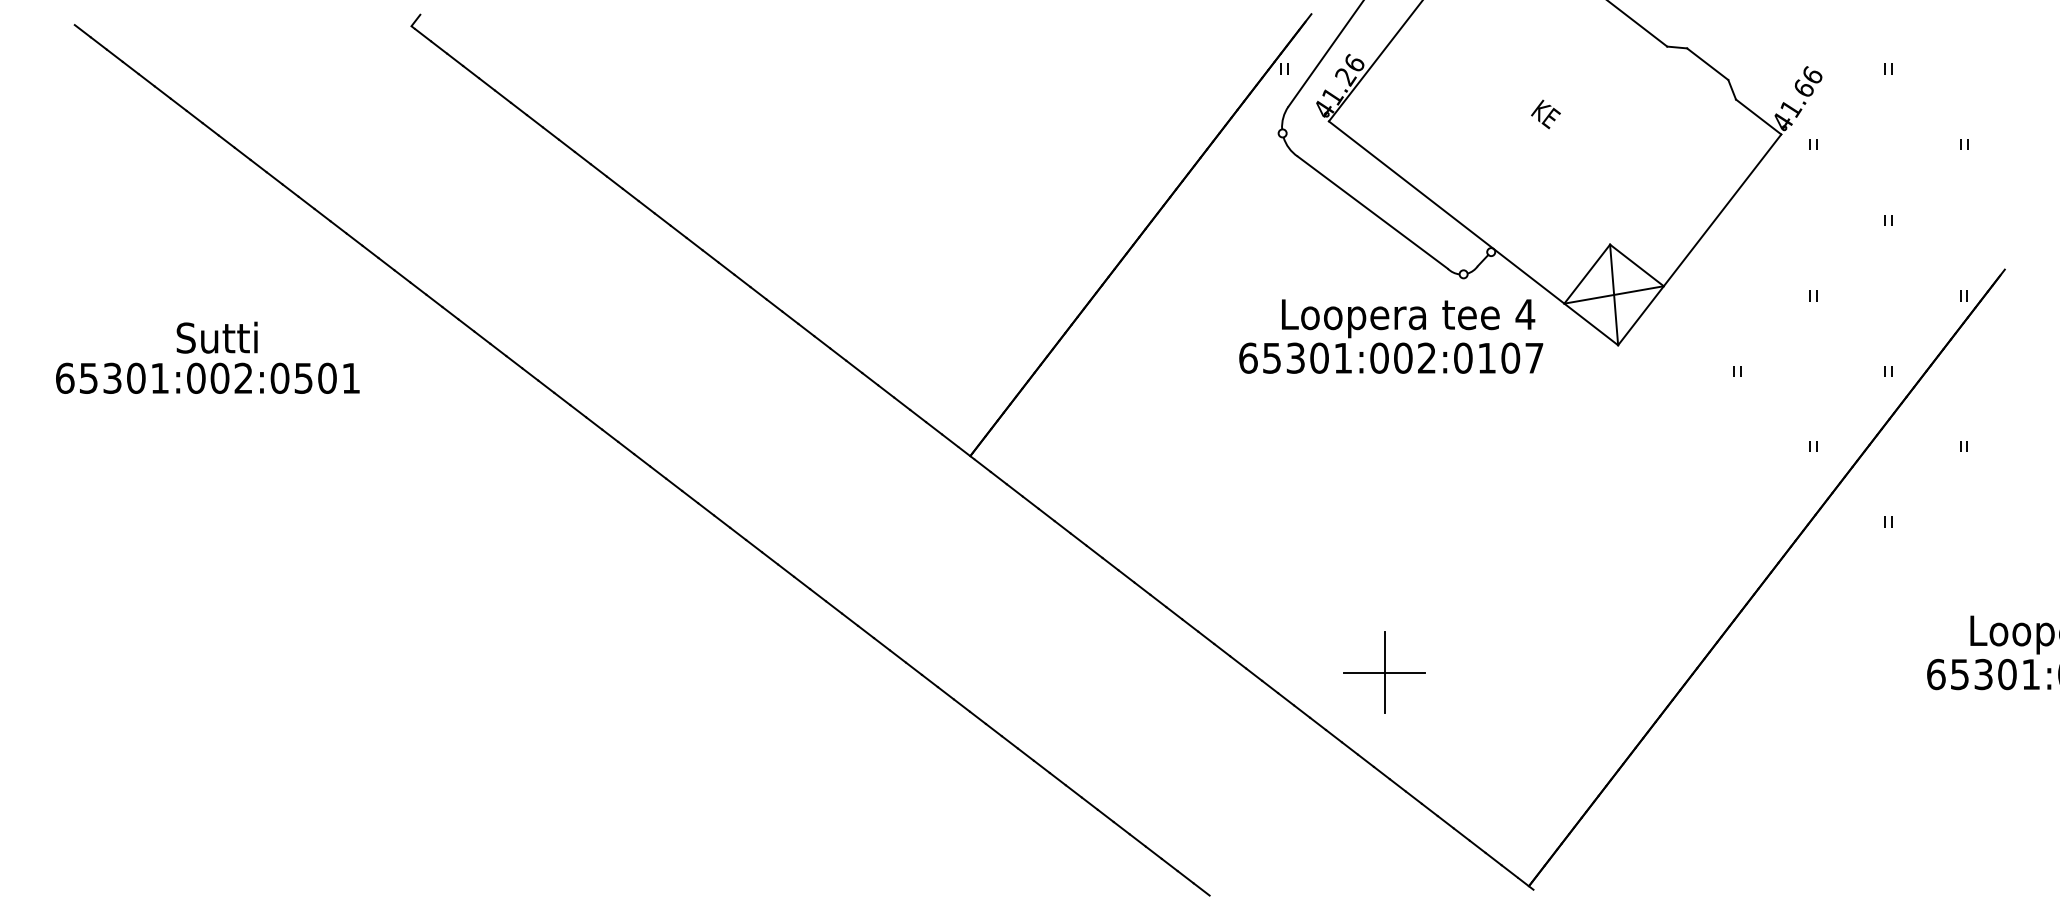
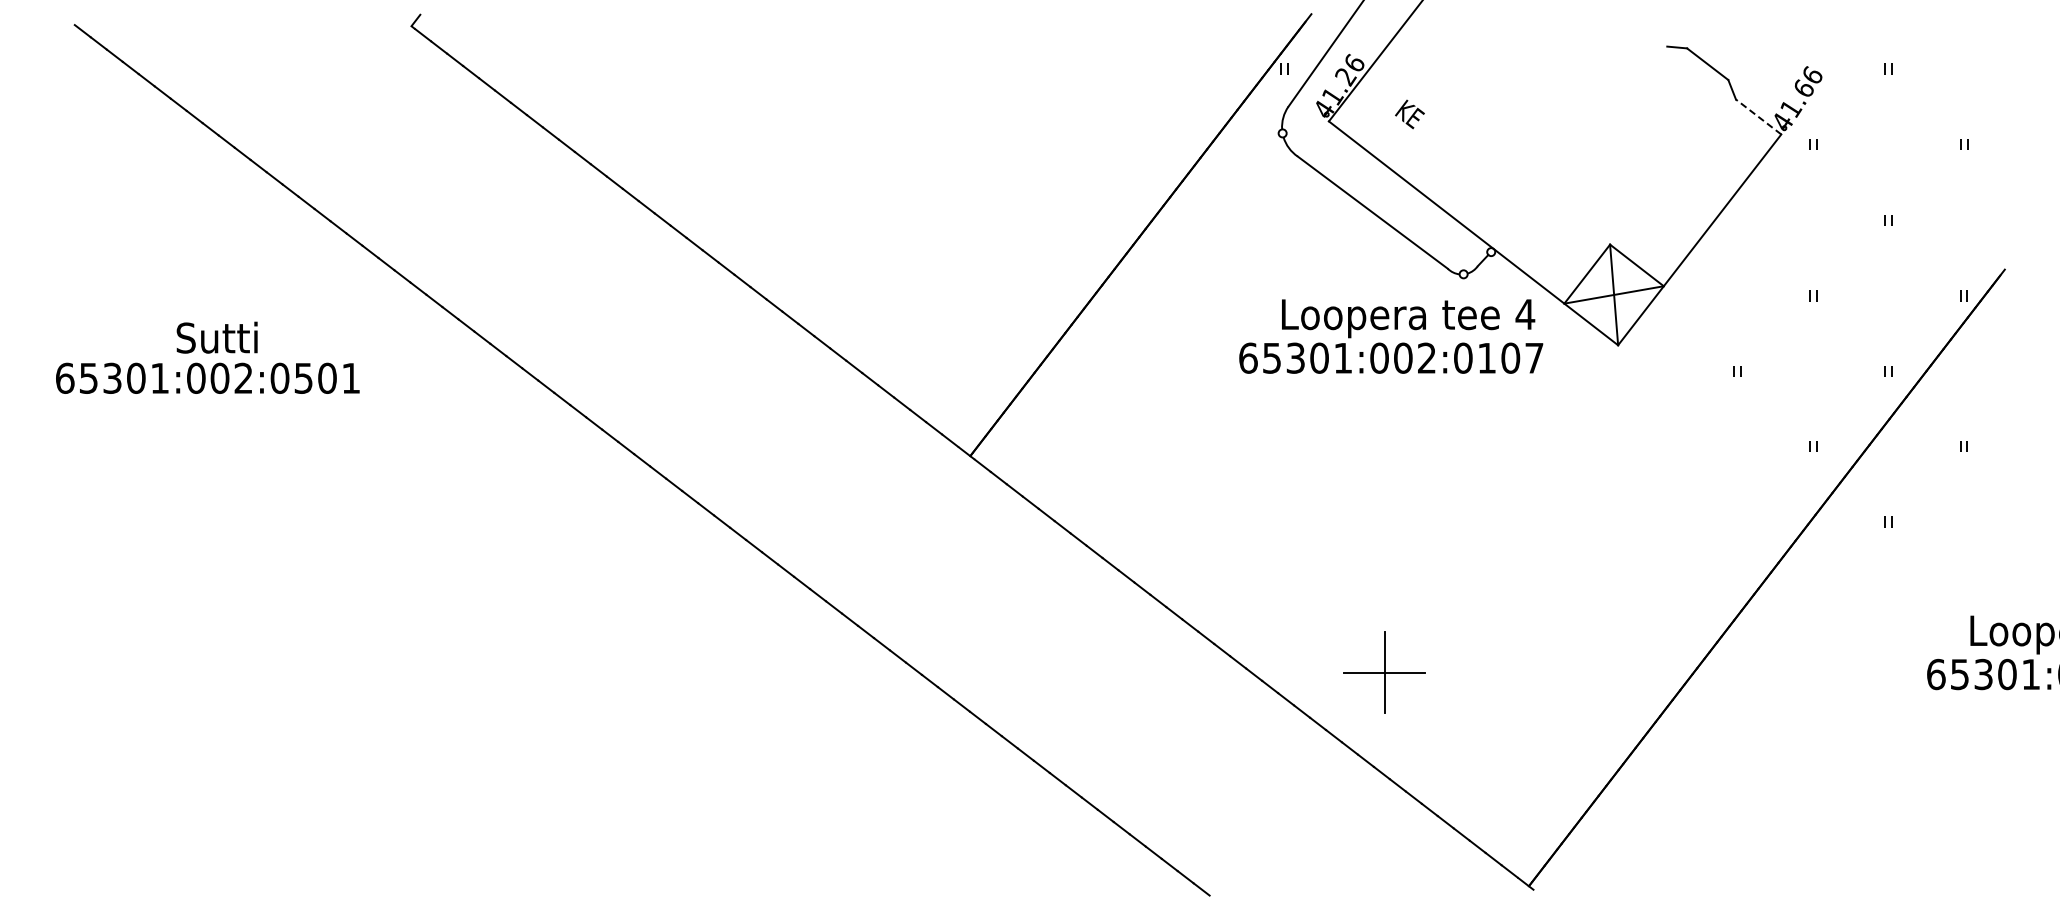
line at (1638, 24): present -> none
text at (1545, 114) position: (1545, 114) -> (1409, 114)
line at (1758, 117): solid -> dashed
